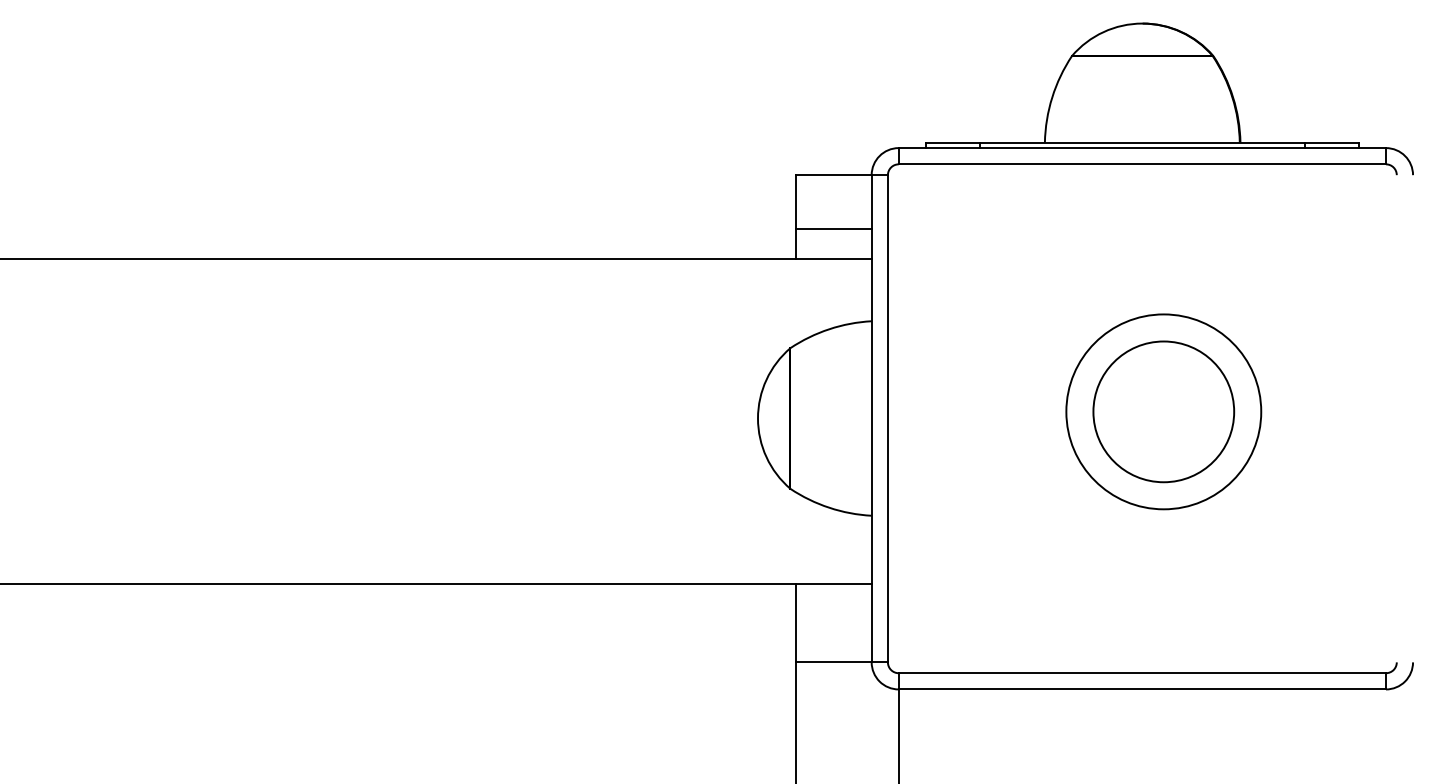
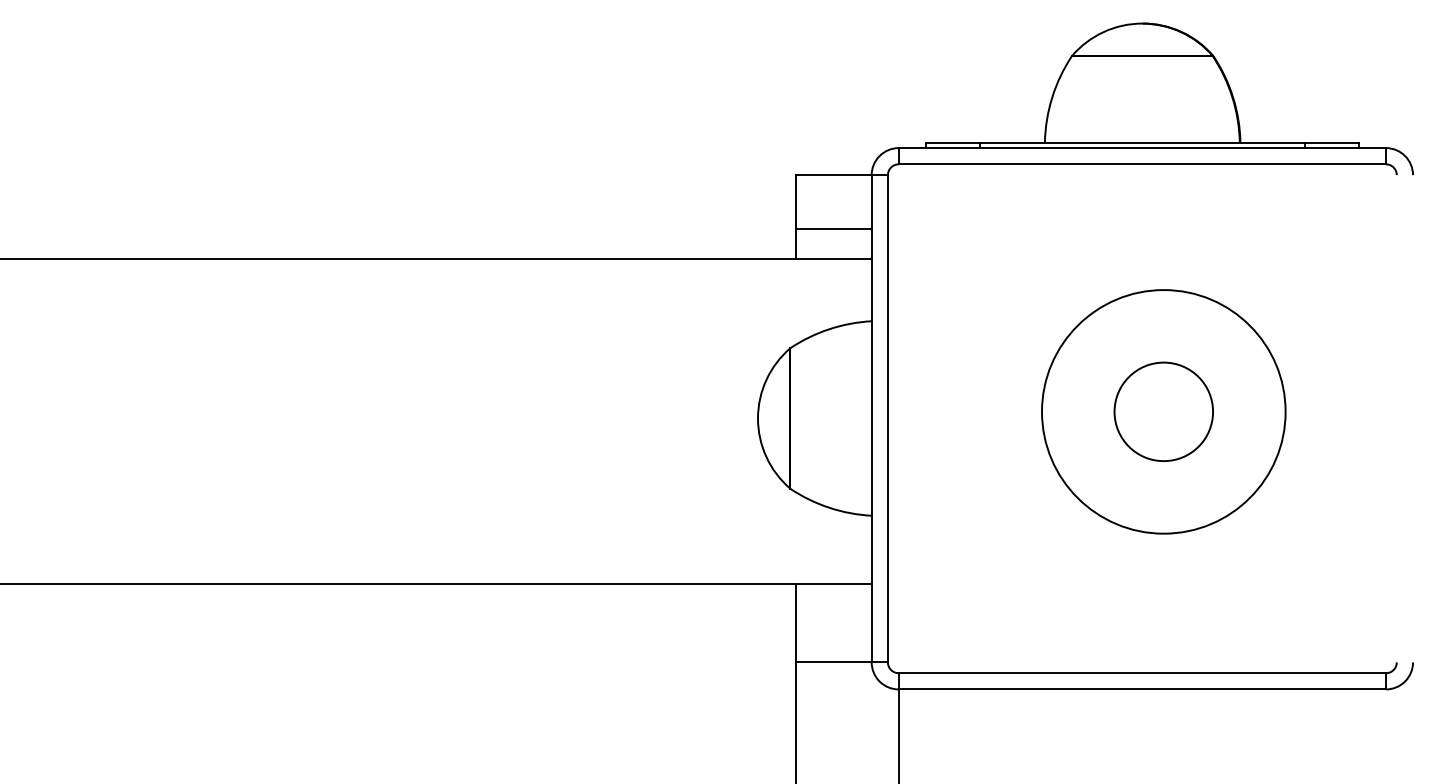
circle at (1163, 411) diameter: 141 px -> 99 px
circle at (1163, 411) diameter: 195 px -> 244 px
